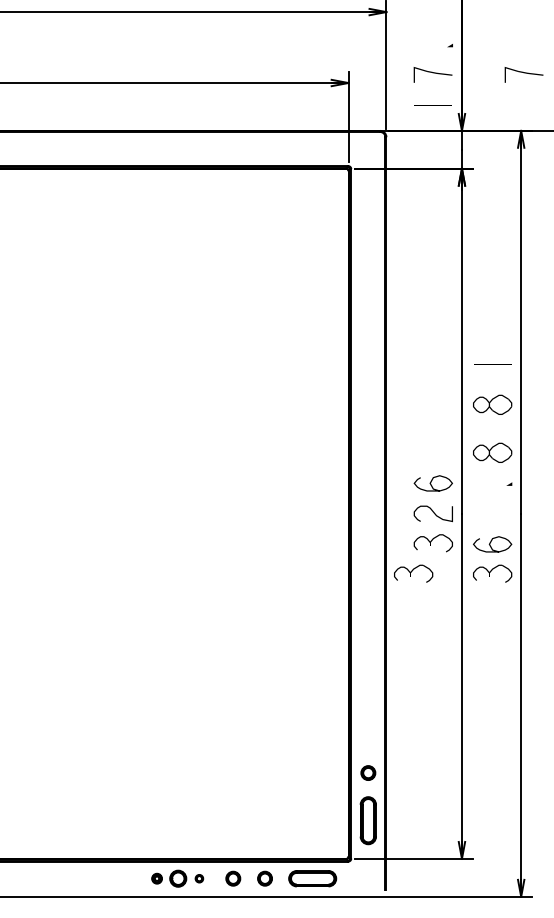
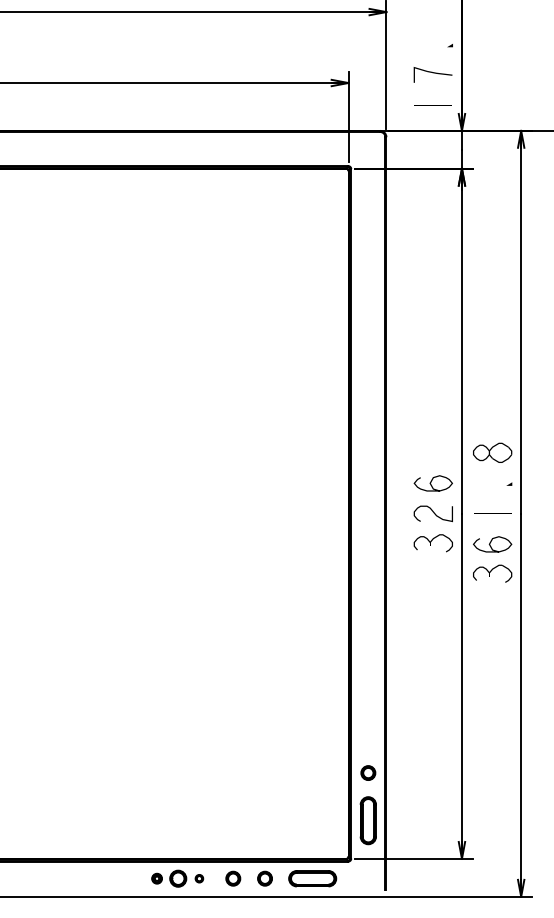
part at (523, 74): present -> none
line at (492, 364) position: (492, 364) -> (492, 513)
part at (492, 404): present -> none
part at (413, 573): present -> none
